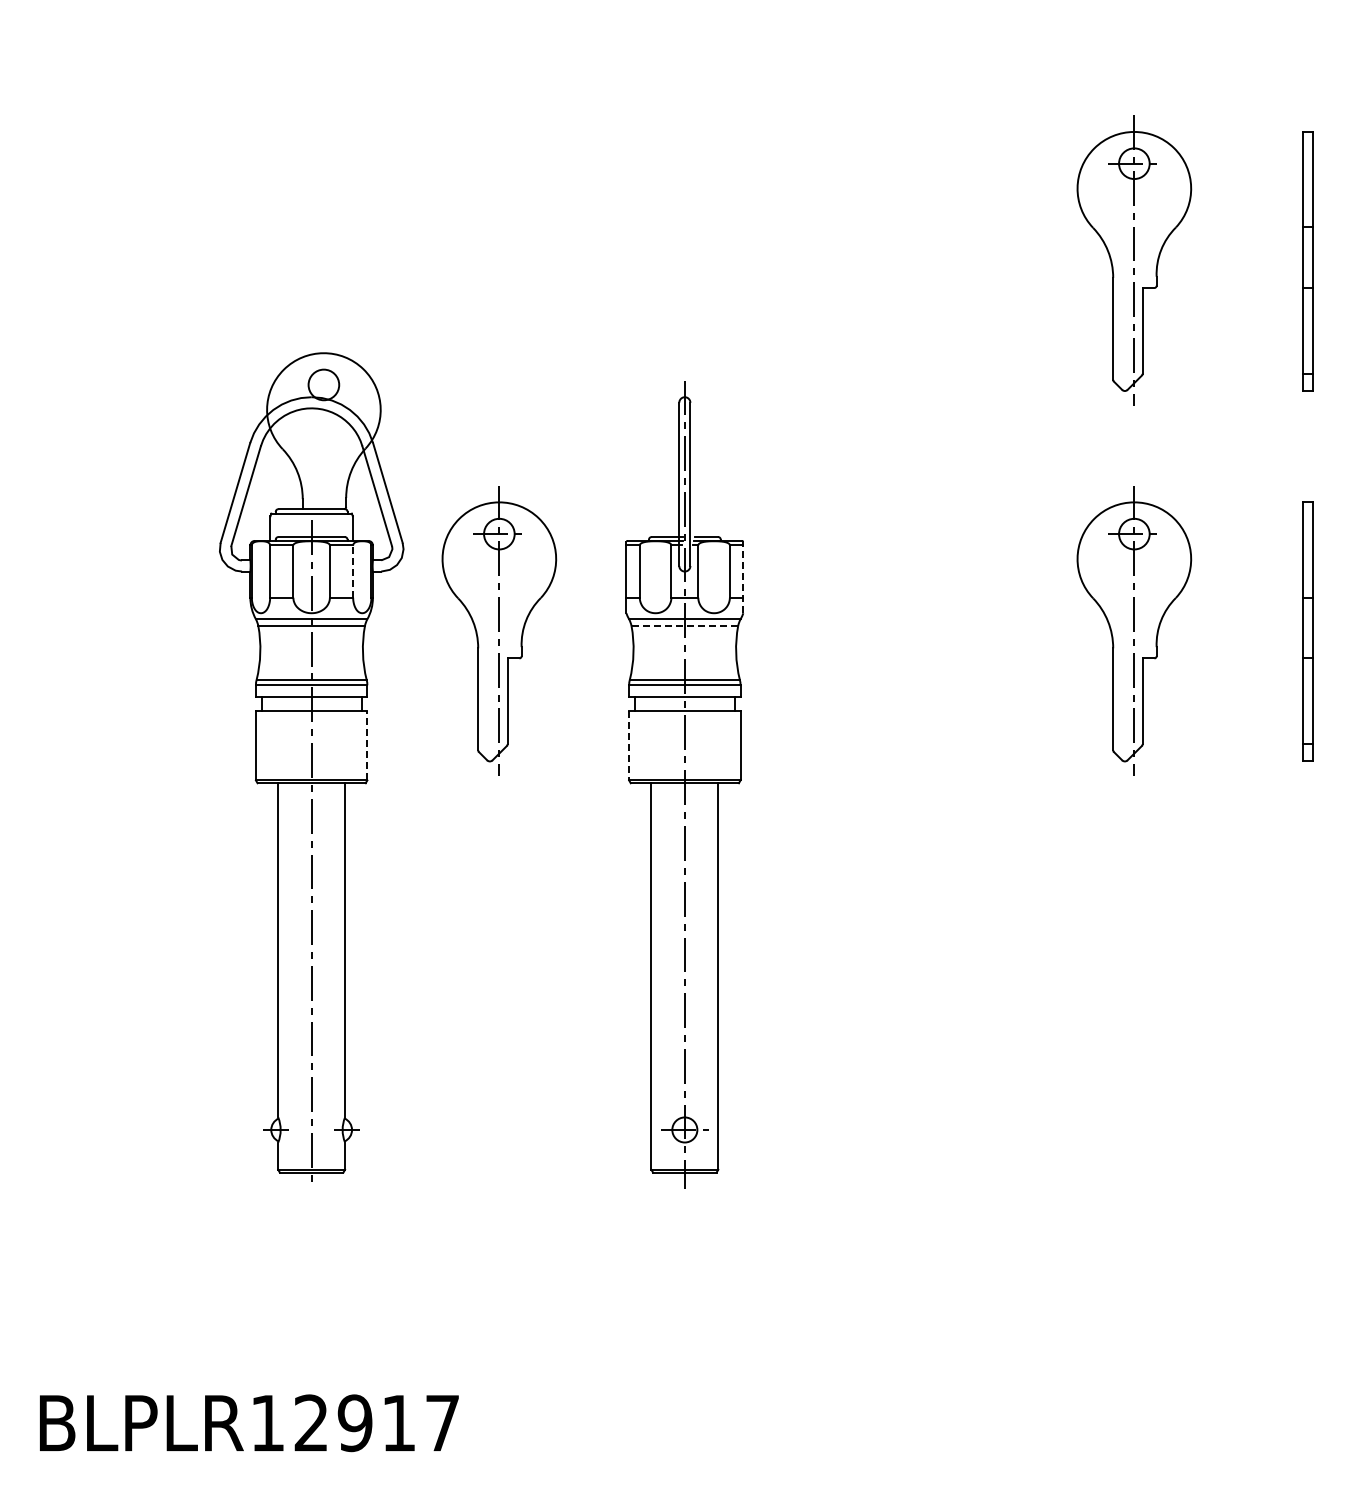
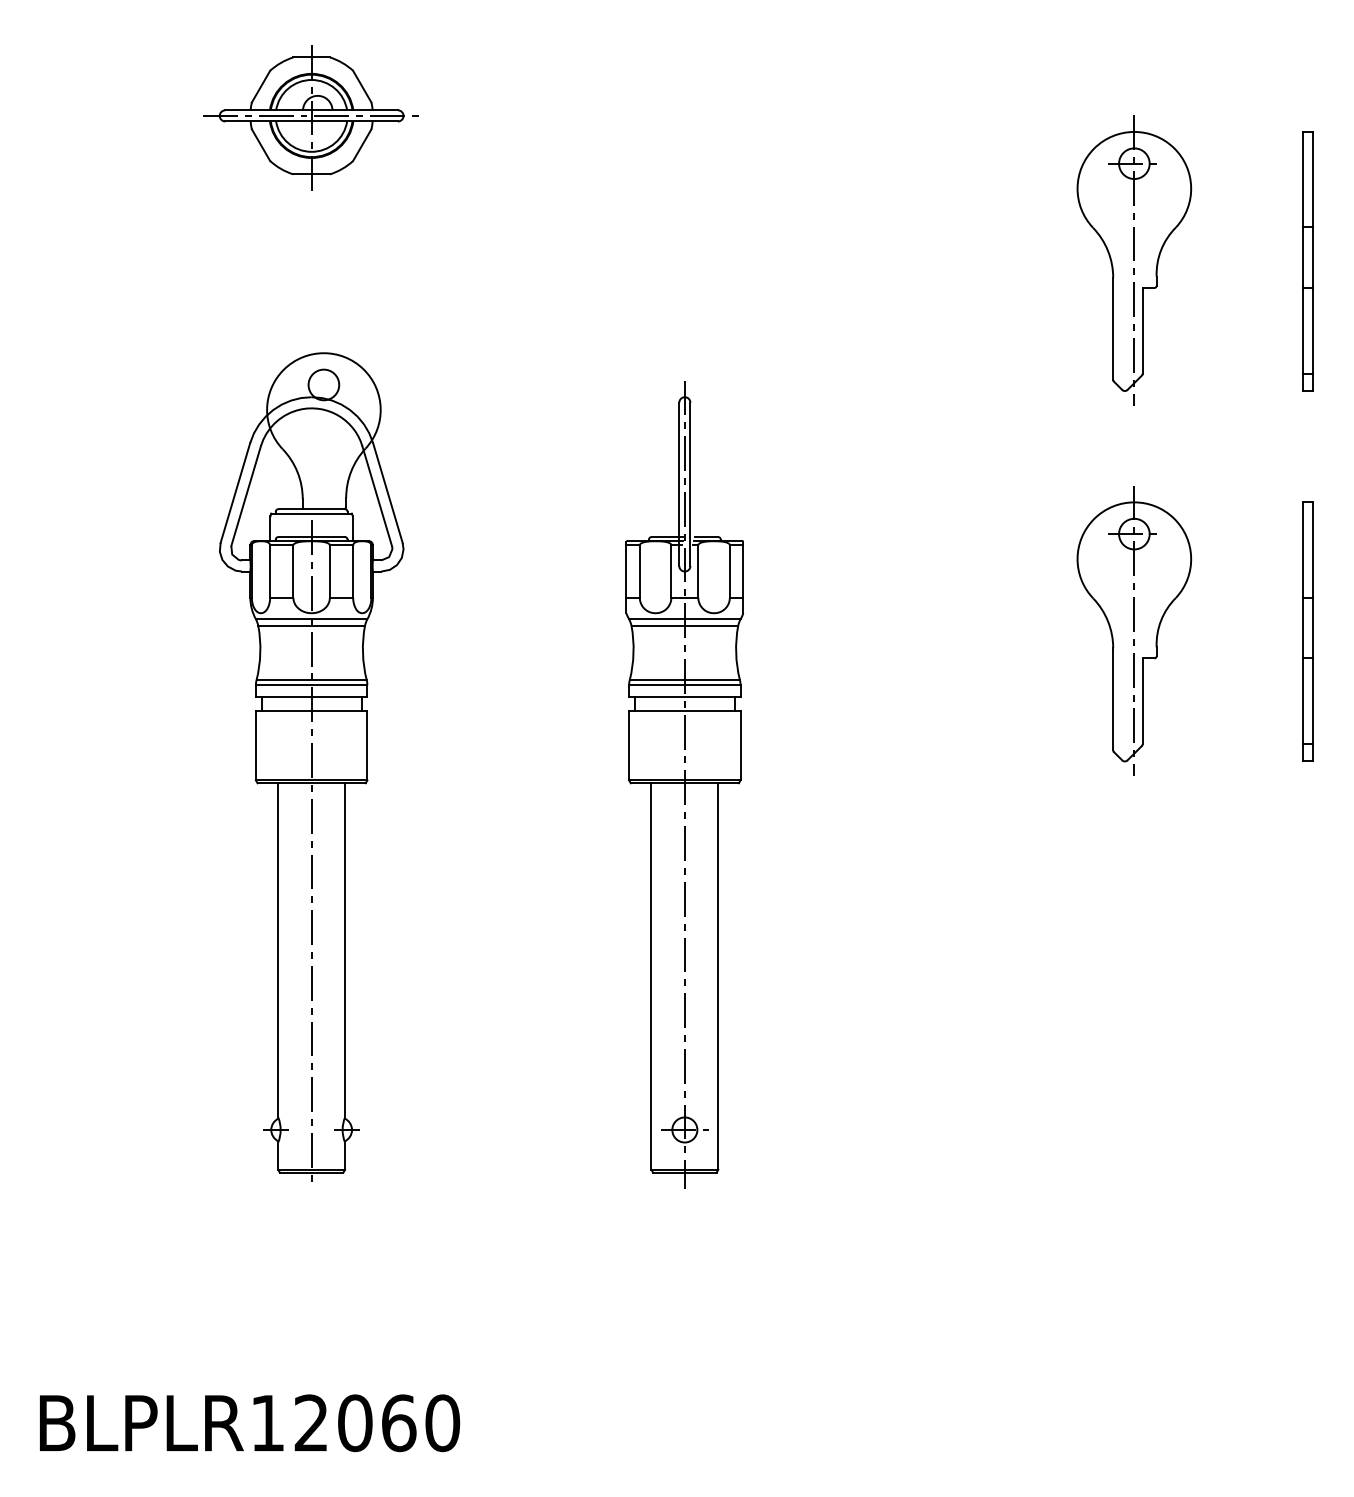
part at (310, 117): none -> present
line at (353, 571): dashed -> solid
line at (743, 579): dashed -> solid
line at (684, 626): dashed -> solid
part at (499, 630): present -> none
line at (367, 745): dashed -> solid
line at (629, 745): dashed -> solid
text at (398, 1423): BLPLR12917 -> BLPLR12060
